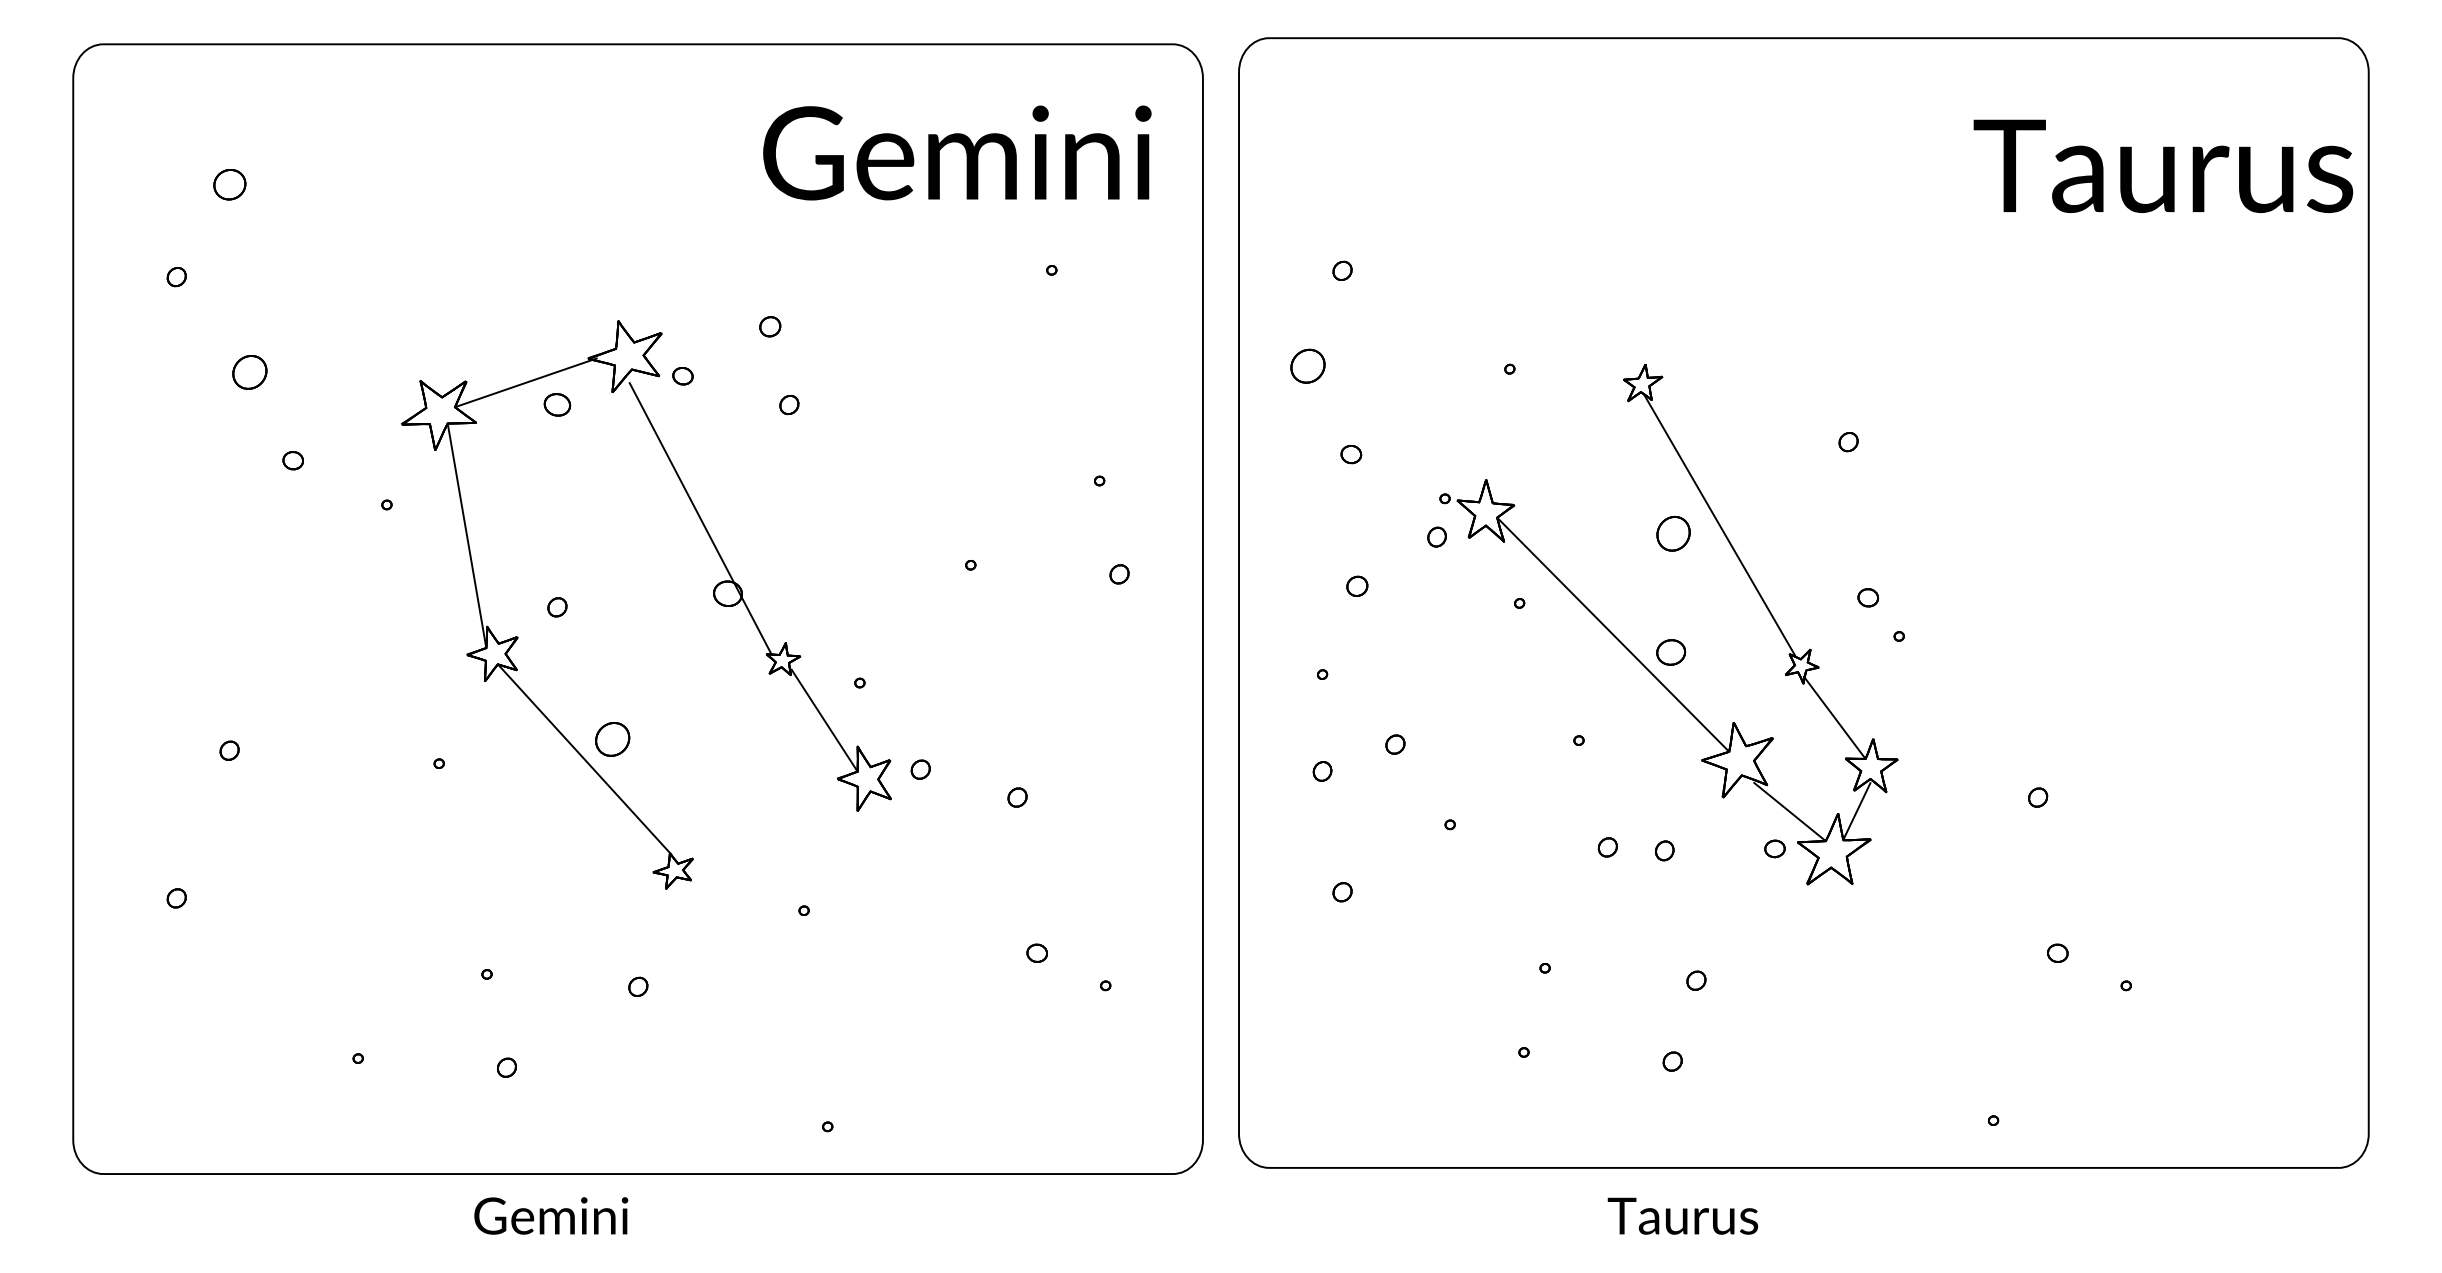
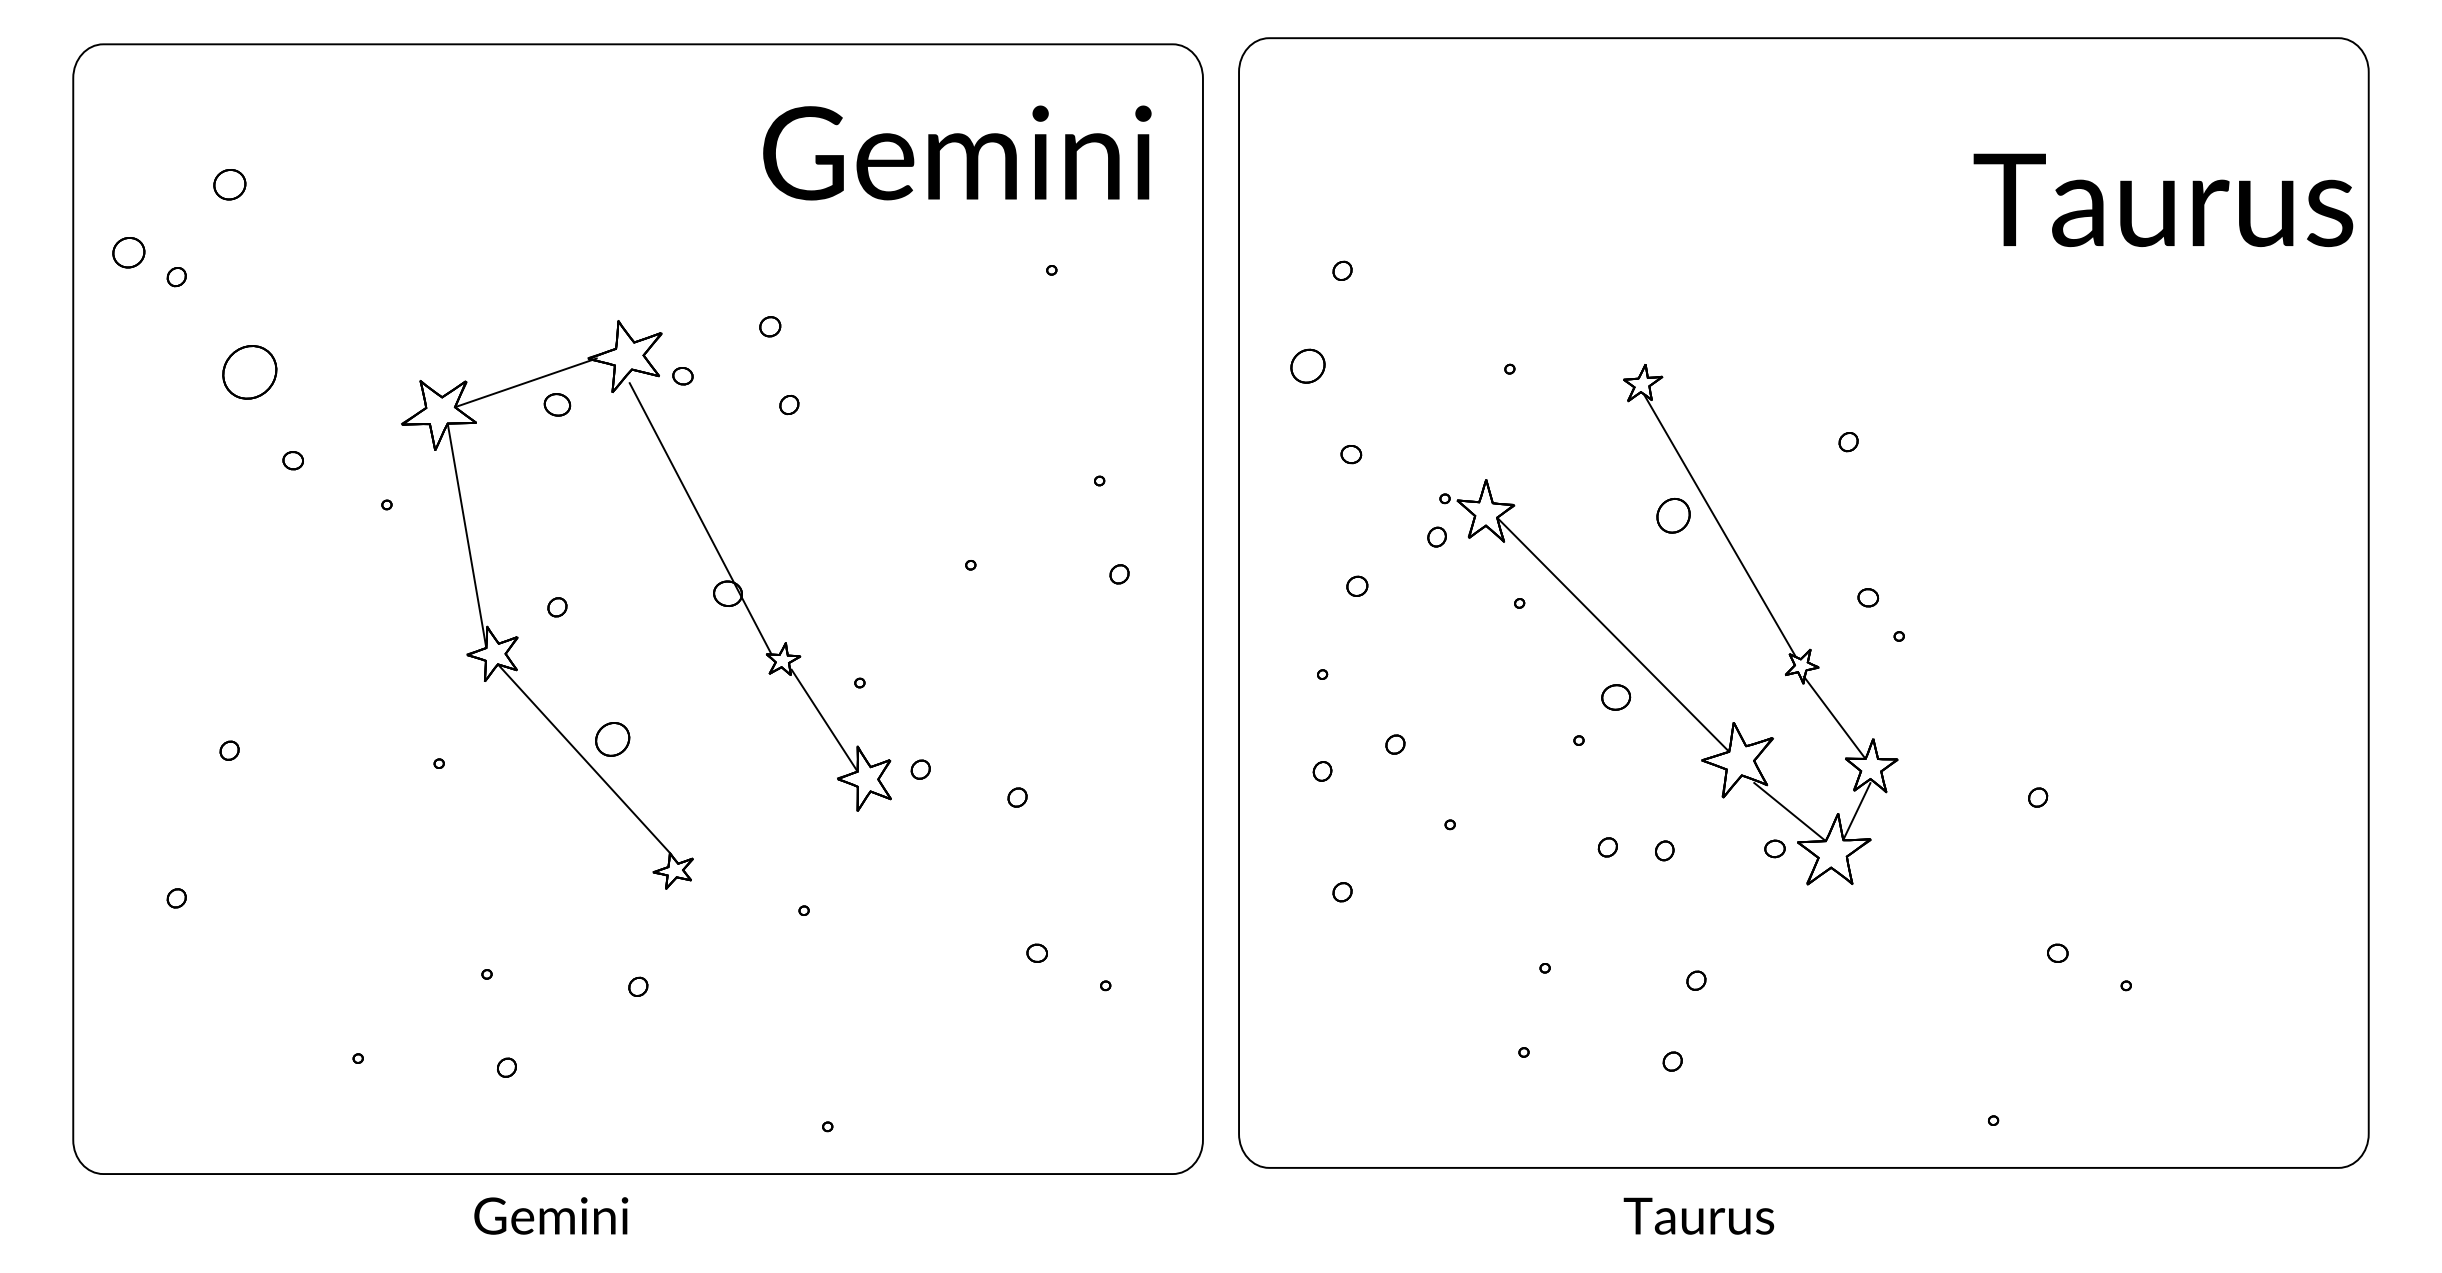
text at (2163, 165) position: (2163, 165) -> (2163, 199)
part at (128, 252): none -> present
part at (249, 372) size: 36x35 px -> 56x55 px
part at (1673, 533) position: (1673, 533) -> (1673, 515)
part at (1671, 652) position: (1671, 652) -> (1616, 697)
text at (1682, 1215) position: (1682, 1215) -> (1698, 1215)
